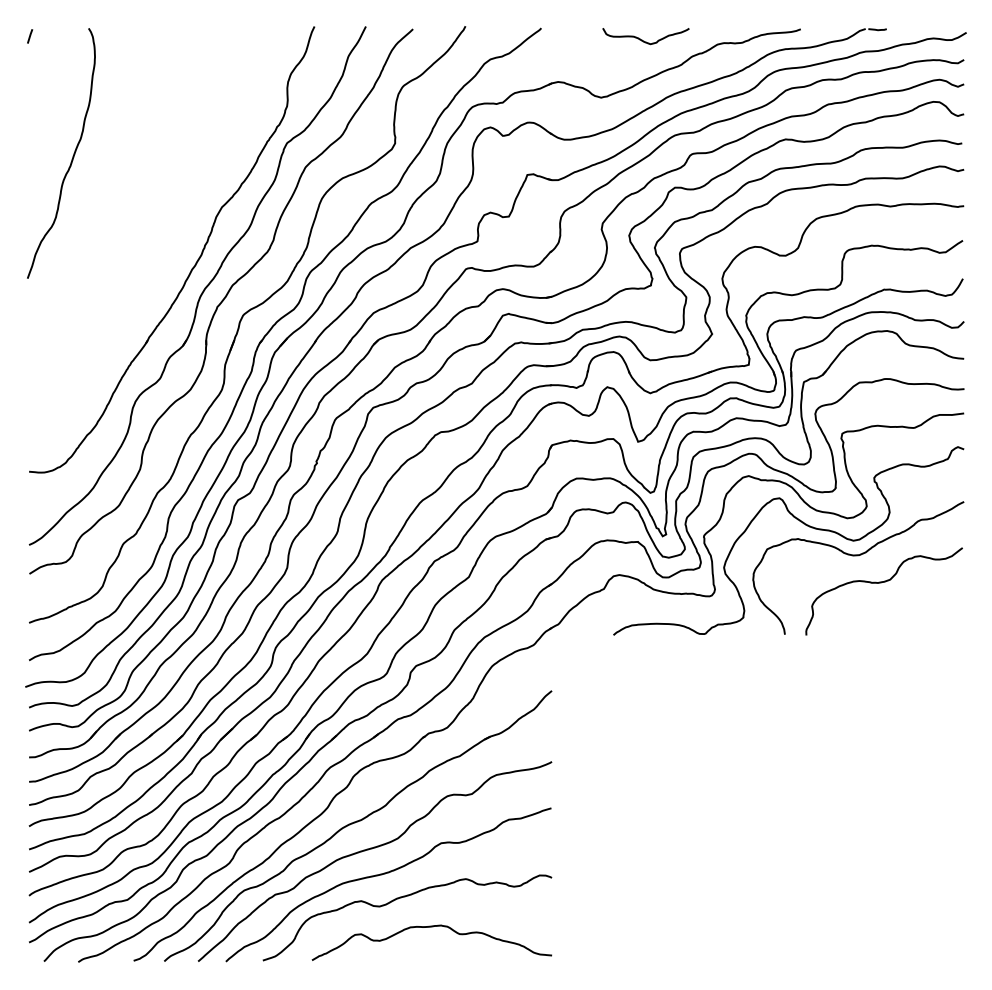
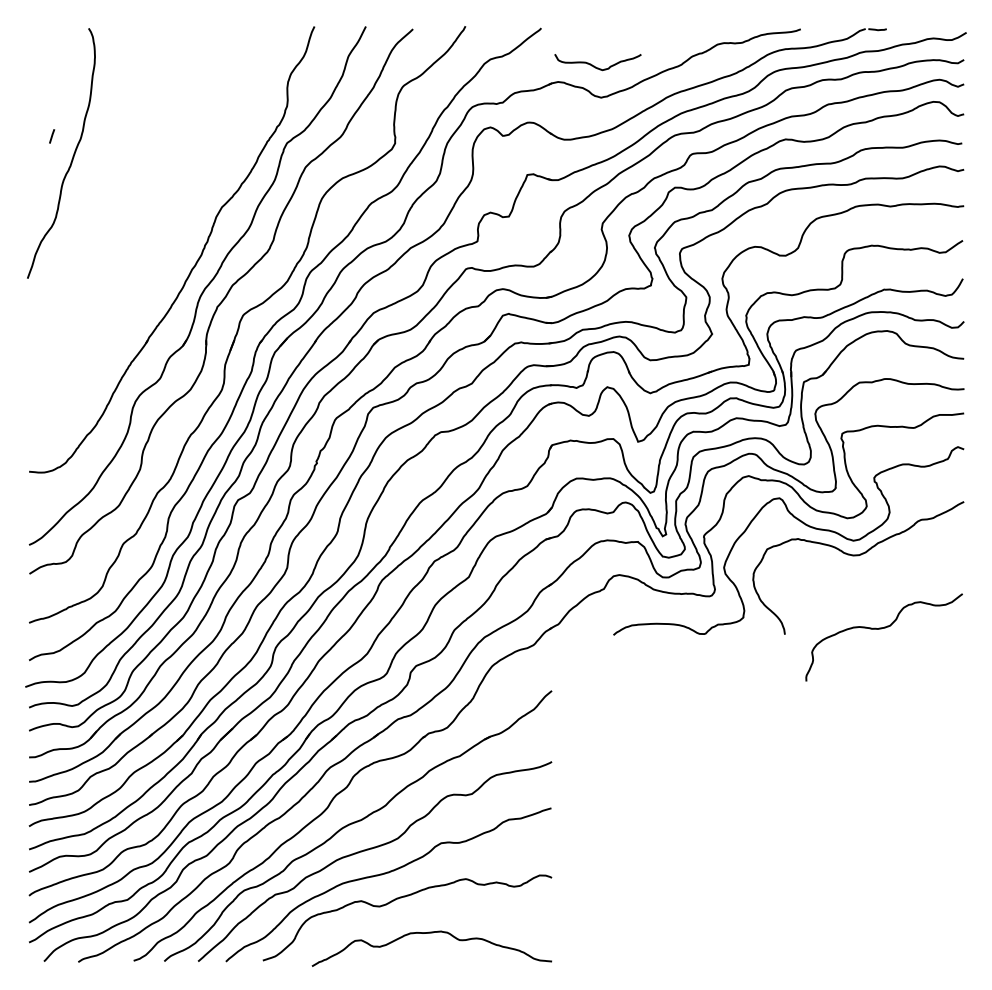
line at (30, 36) position: (30, 36) -> (52, 136)
curve at (642, 39) position: (642, 39) -> (594, 65)
curve at (881, 583) position: (881, 583) -> (881, 629)
curve at (431, 927) position: (431, 927) -> (431, 933)
